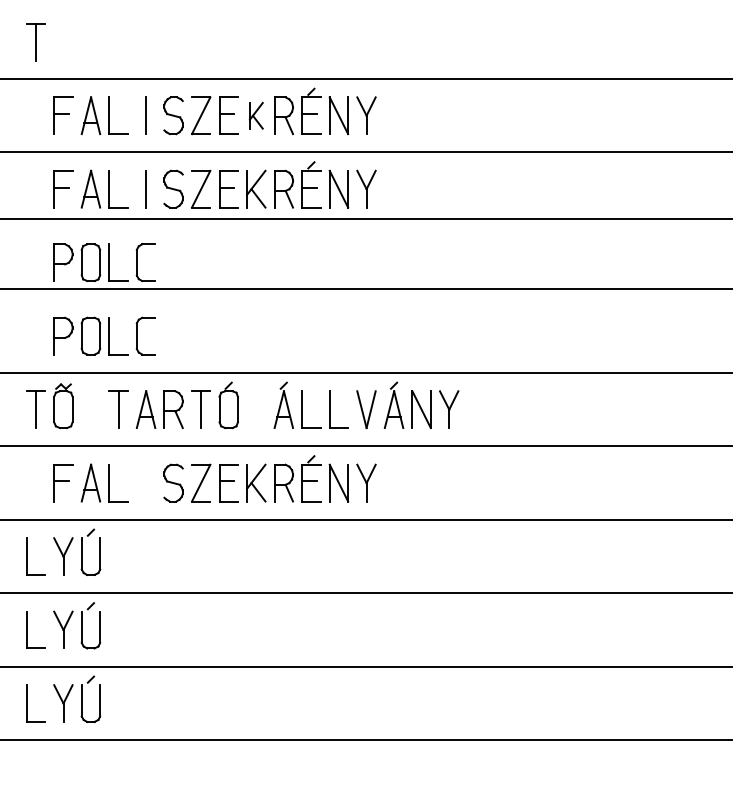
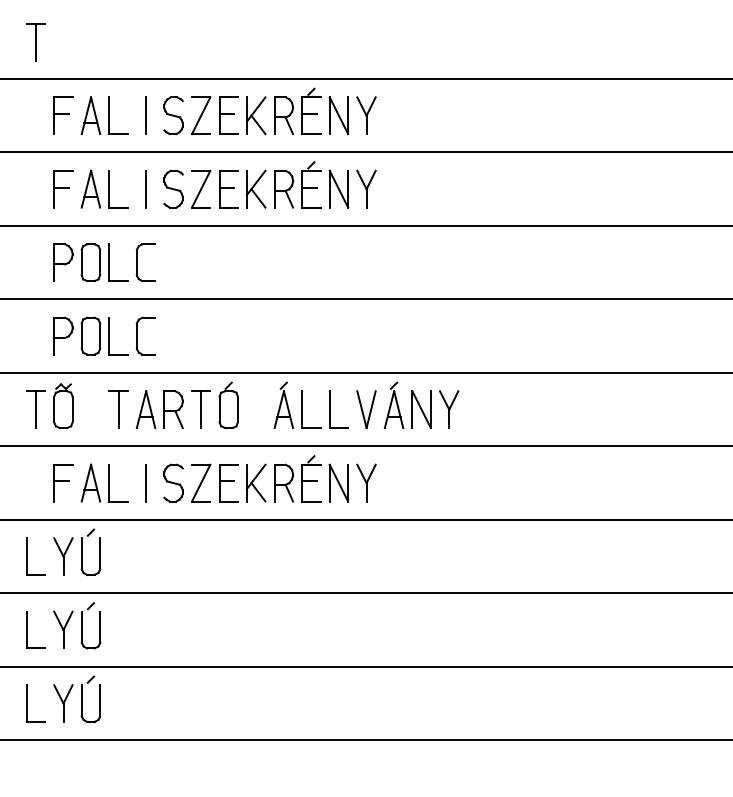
part at (255, 115) size: 16x29 px -> 21x40 px
line at (365, 218) position: (365, 218) -> (365, 225)
line at (365, 289) position: (365, 289) -> (365, 299)
line at (146, 482): none -> present
